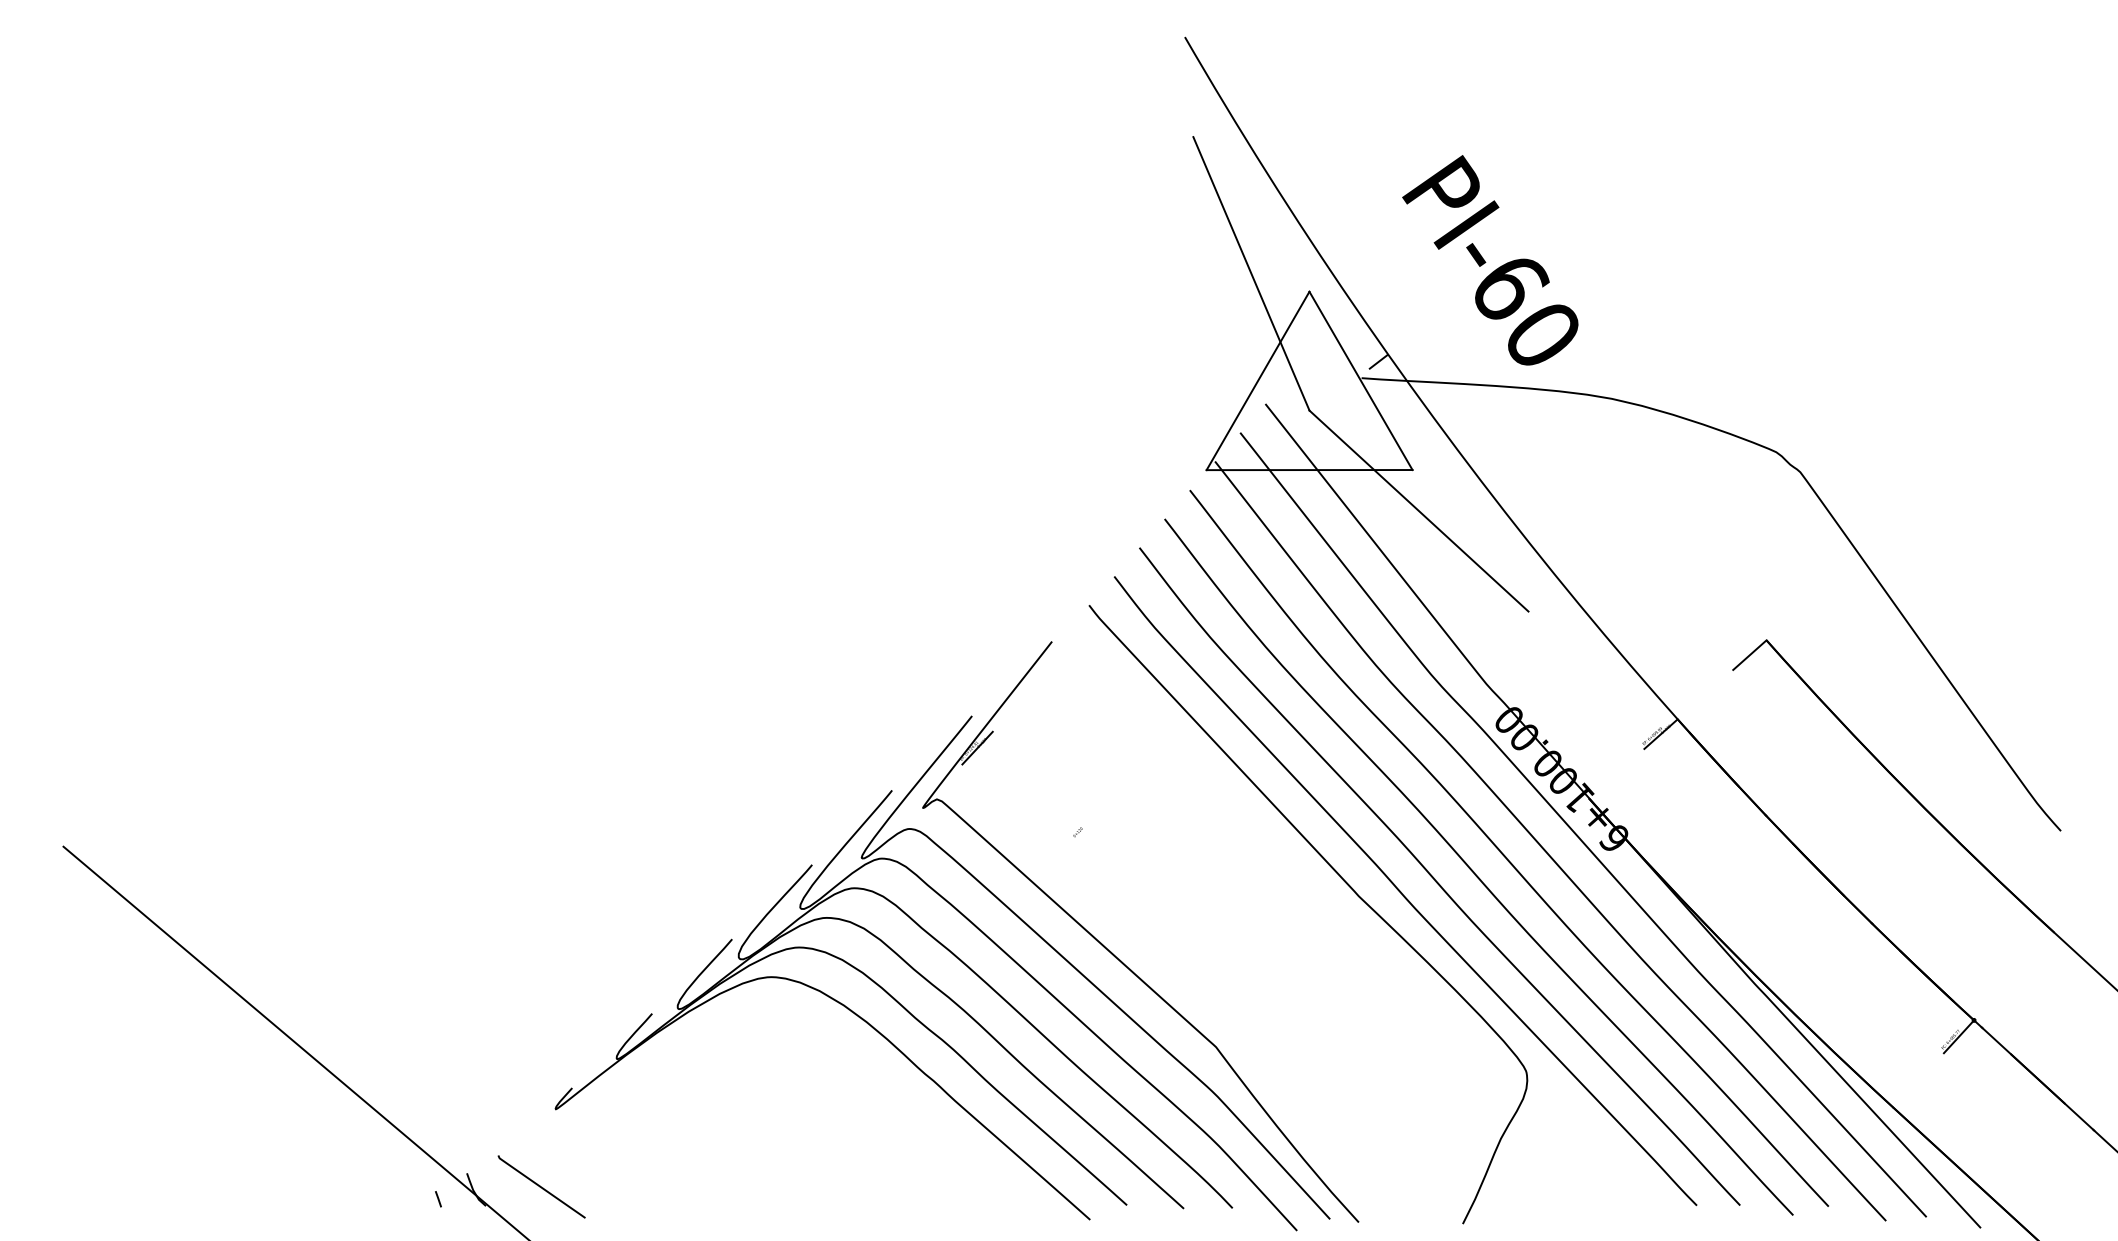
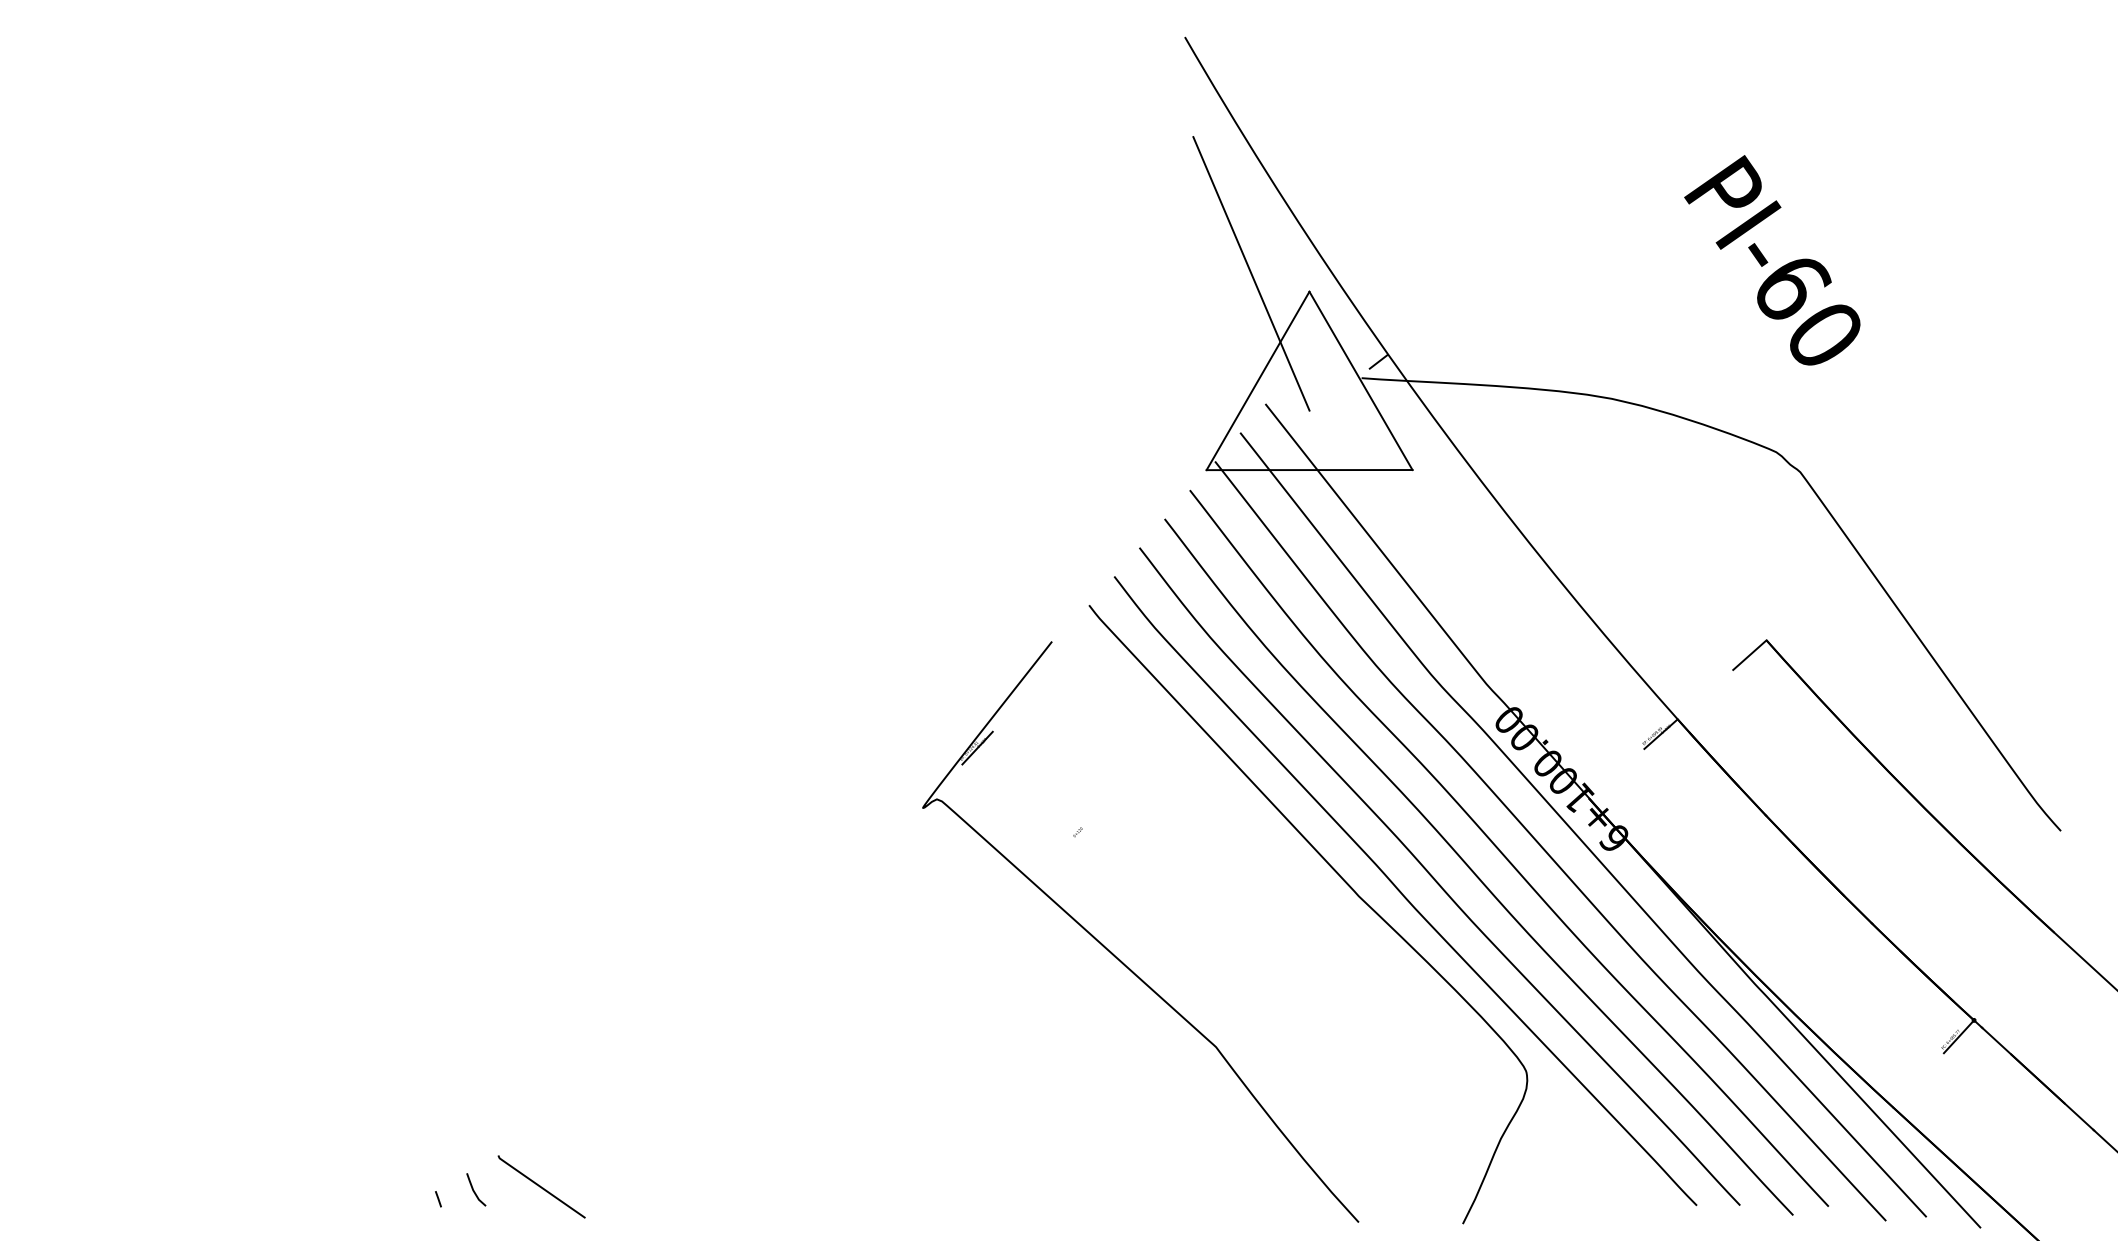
text at (1490, 260) position: (1490, 260) -> (1772, 260)
line at (1418, 510): present -> none
part at (935, 985): present -> none
line at (294, 1041): present -> none
